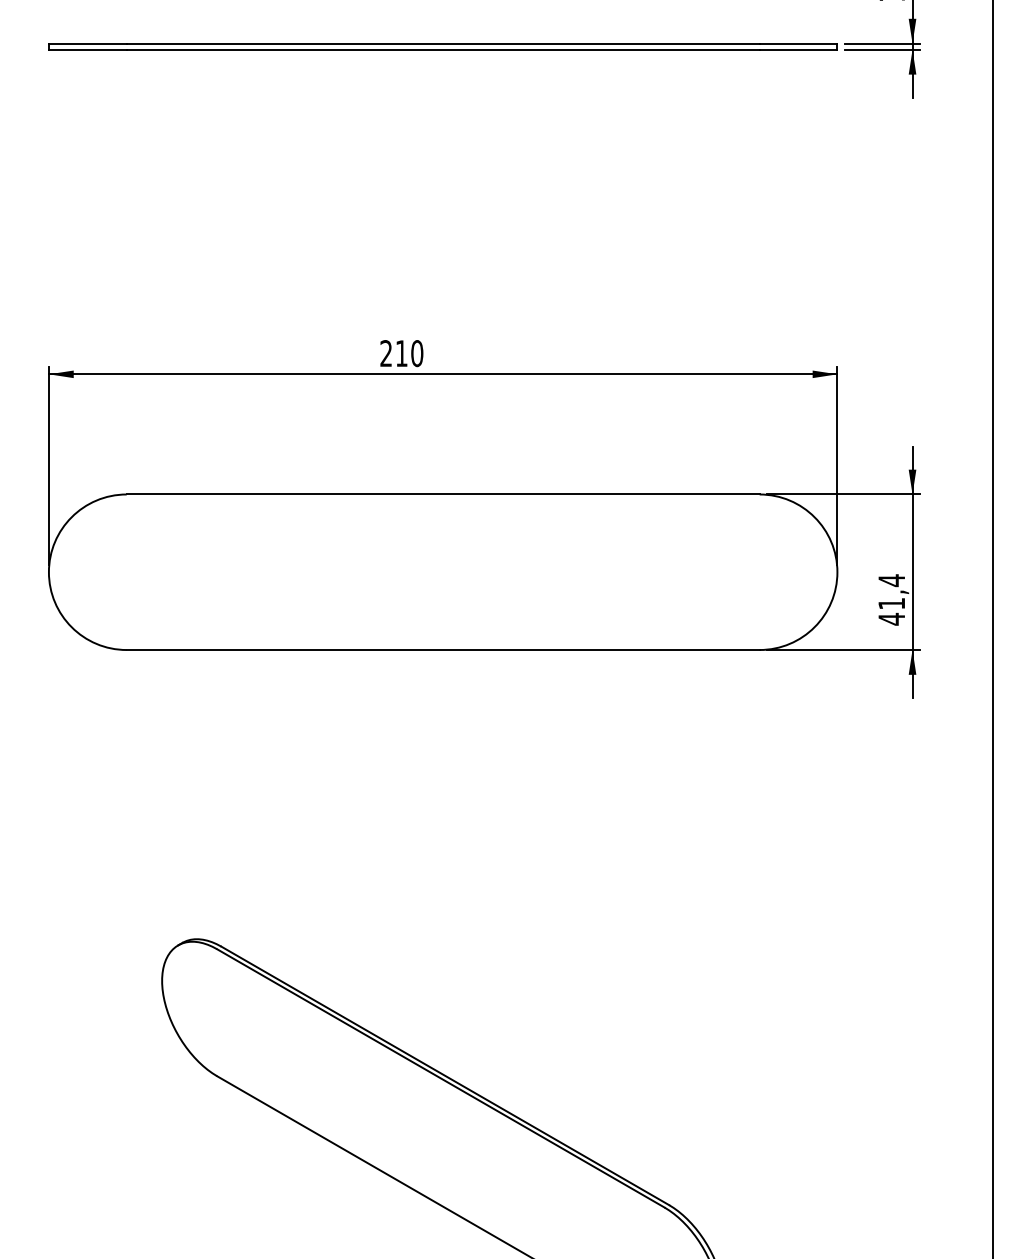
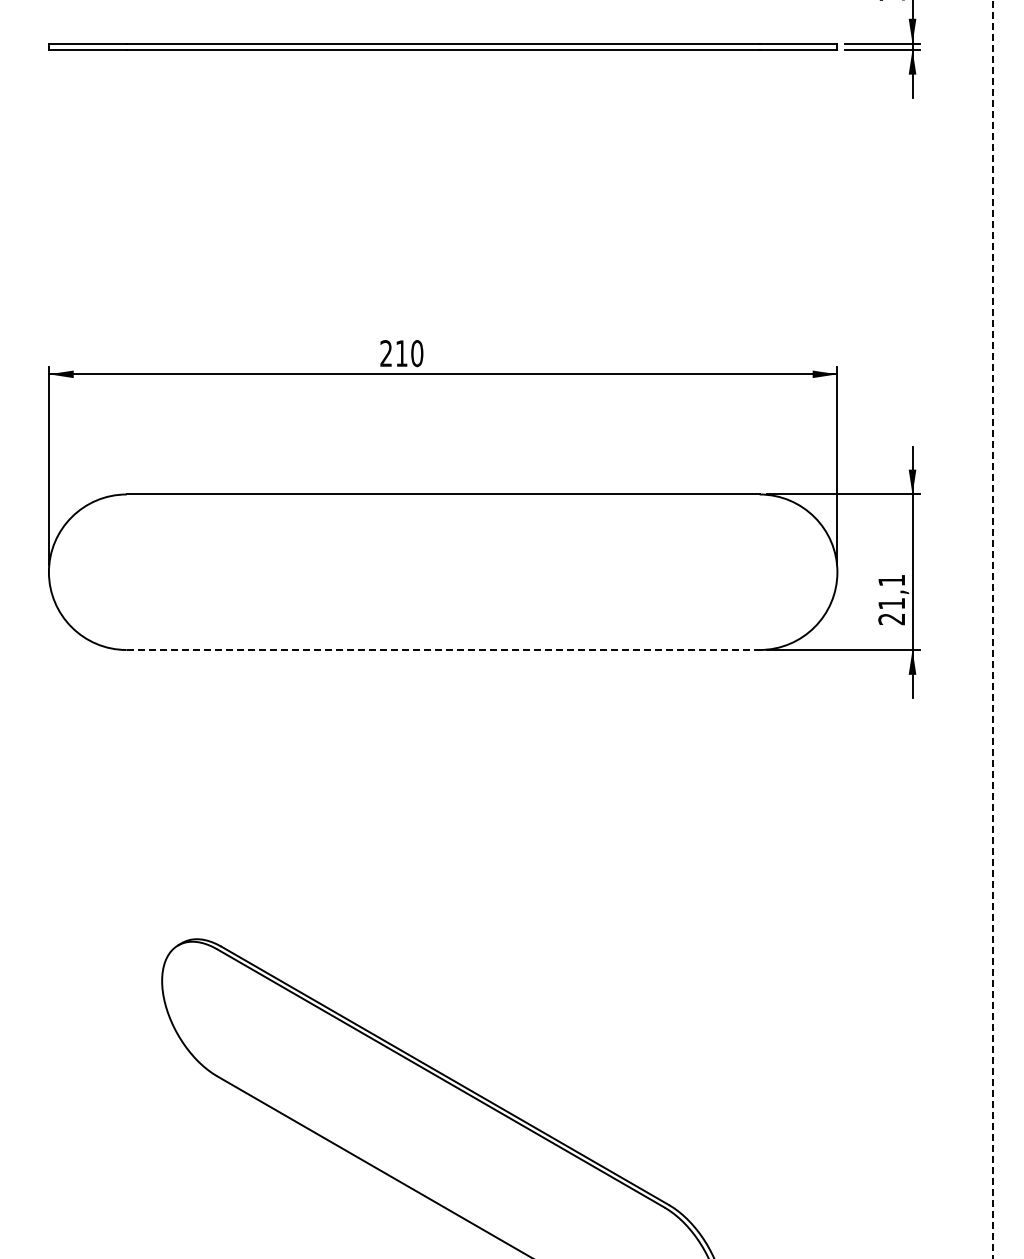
text at (891, 599): 41,4 -> 21,1
line at (992, 629): solid -> dashed
line at (443, 650): solid -> dashed
